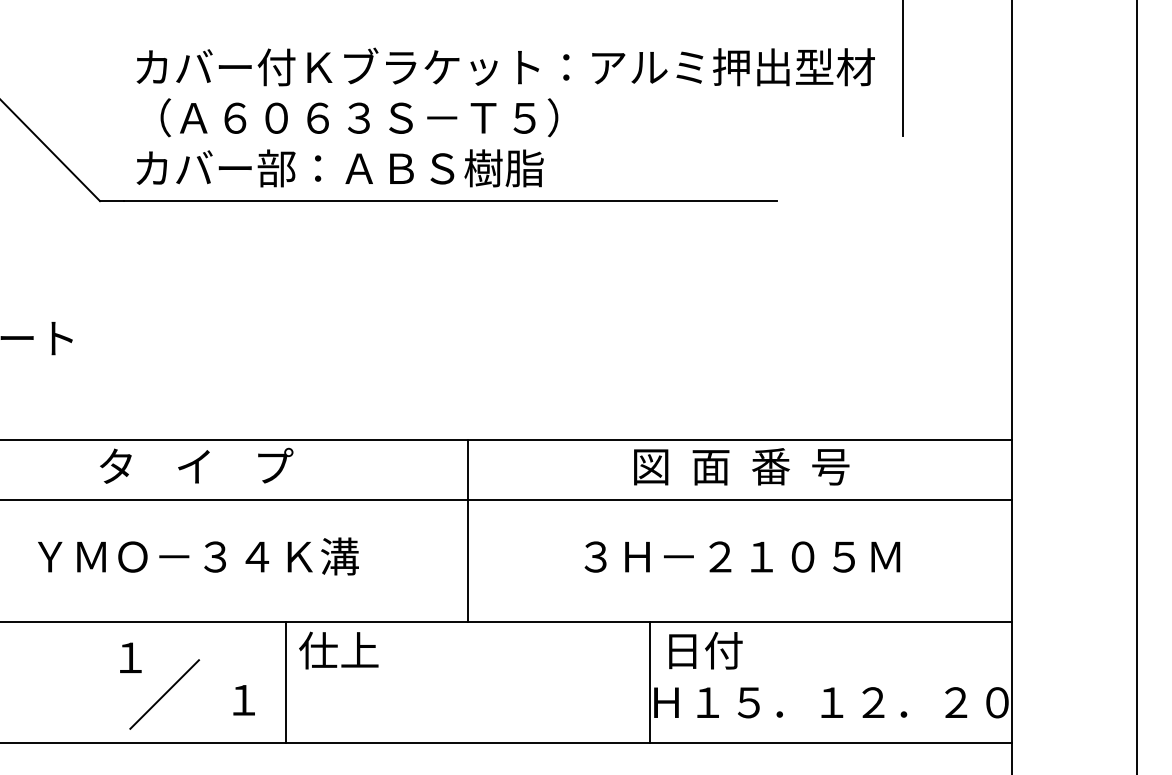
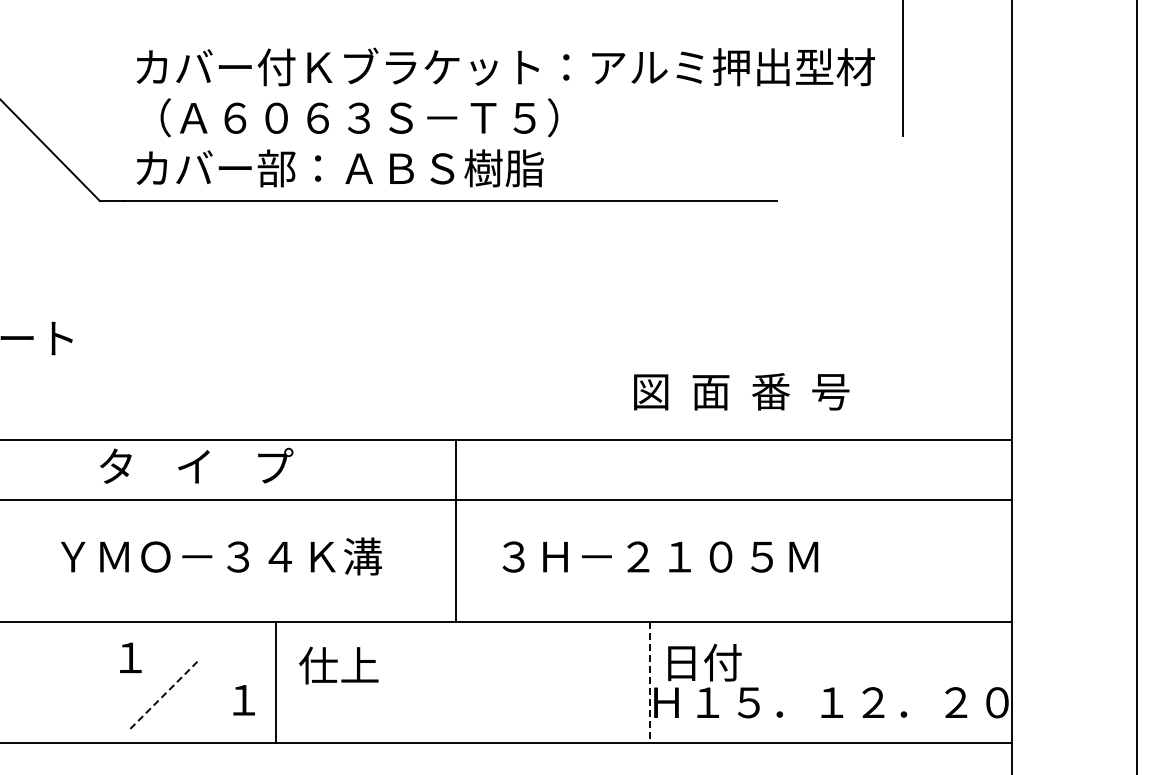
text at (741, 466) position: (741, 466) -> (741, 391)
line at (468, 530) position: (468, 530) -> (456, 530)
text at (198, 556) position: (198, 556) -> (221, 556)
text at (742, 556) position: (742, 556) -> (660, 556)
text at (338, 650) position: (338, 650) -> (338, 665)
text at (705, 650) position: (705, 650) -> (704, 662)
line at (286, 682) position: (286, 682) -> (276, 682)
line at (650, 682): solid -> dashed
line at (164, 694): solid -> dashed
